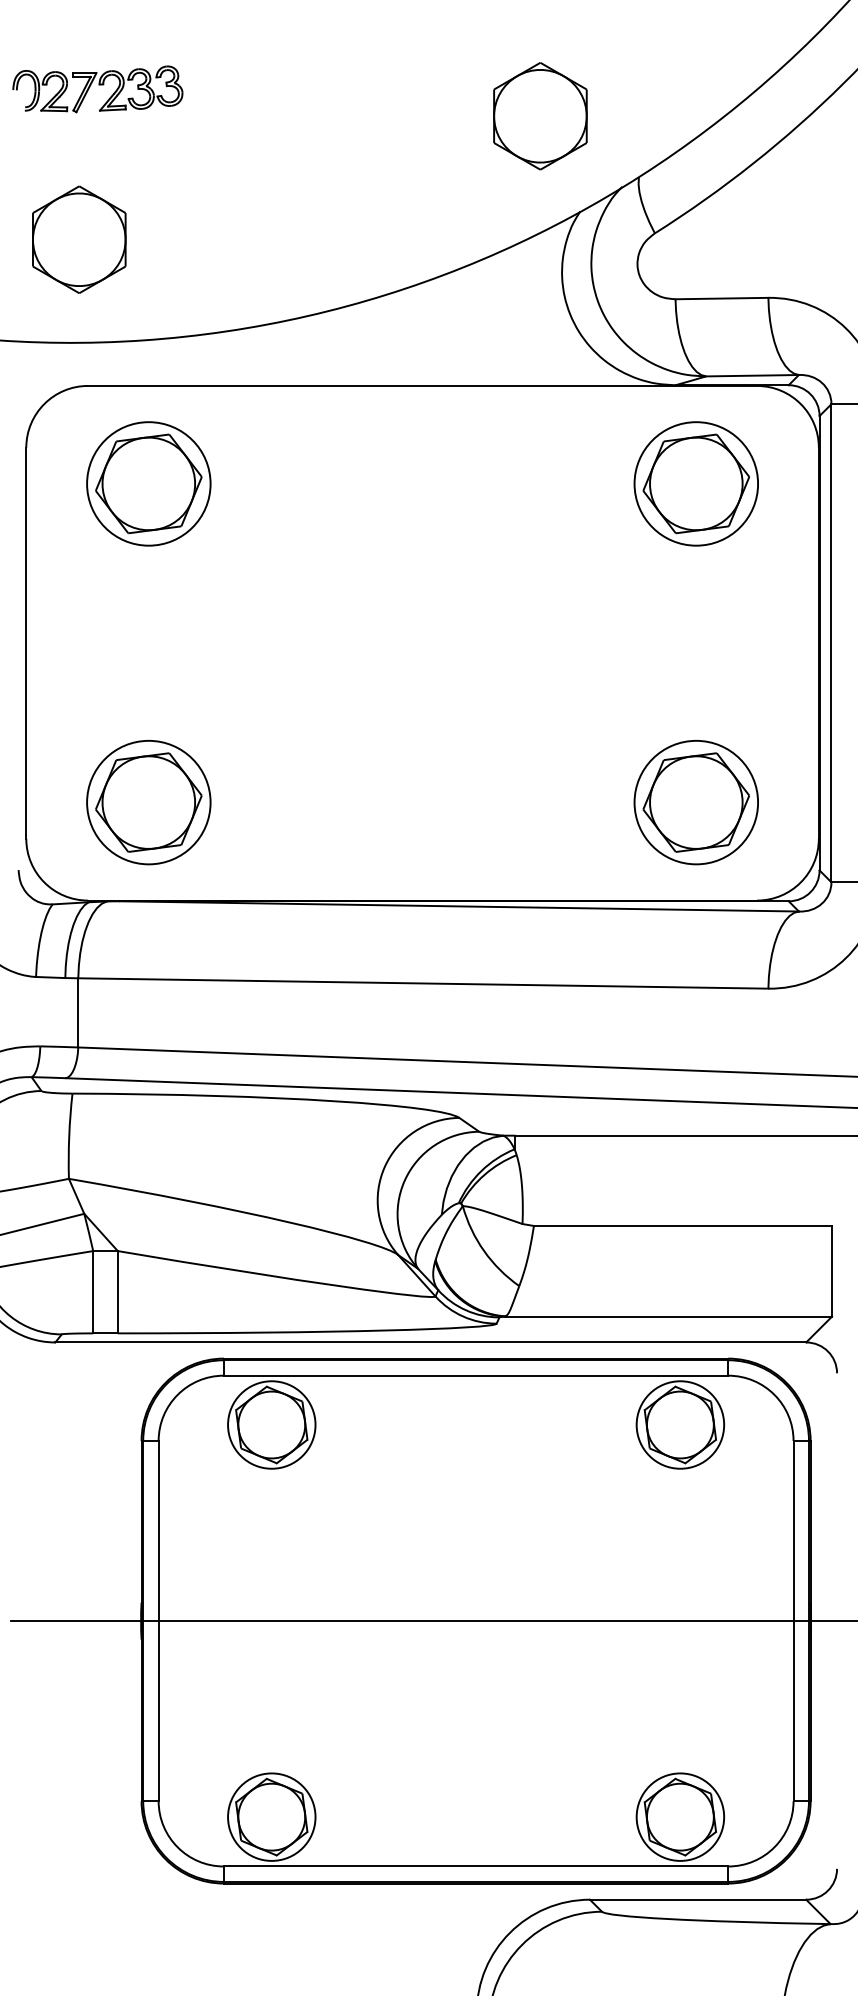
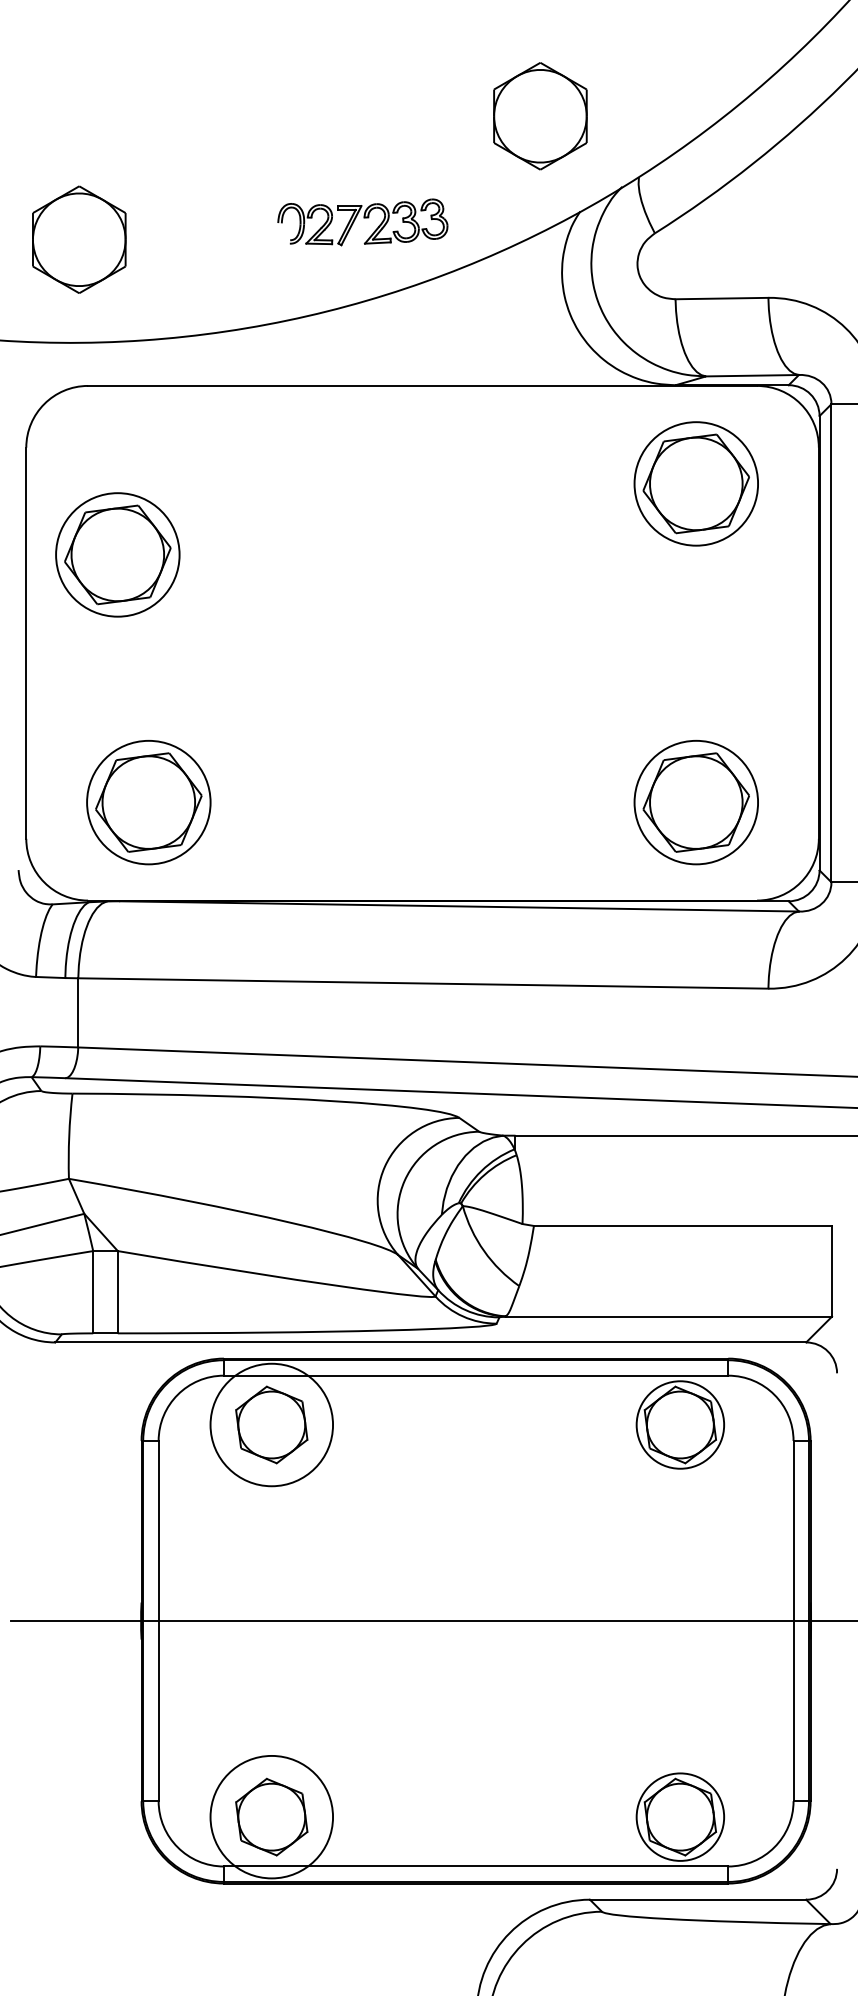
part at (97, 89) position: (97, 89) -> (362, 222)
part at (148, 483) position: (148, 483) -> (117, 554)
circle at (271, 1424) diameter: 87 px -> 122 px
circle at (271, 1816) diameter: 87 px -> 122 px
